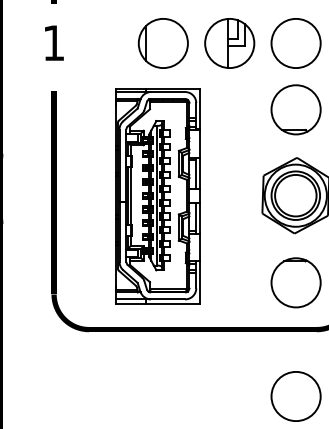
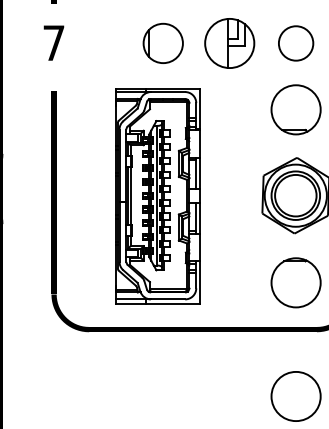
text at (53, 42): 1 -> 7
part at (162, 43) size: 52x51 px -> 42x42 px
circle at (295, 43) diameter: 49 px -> 34 px
